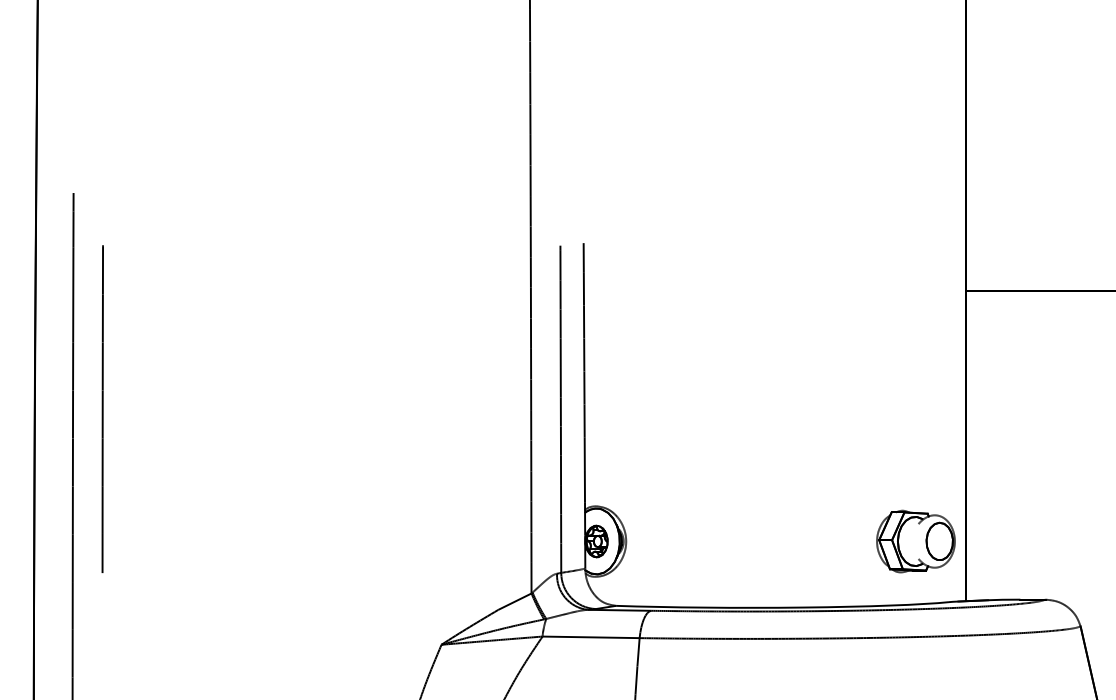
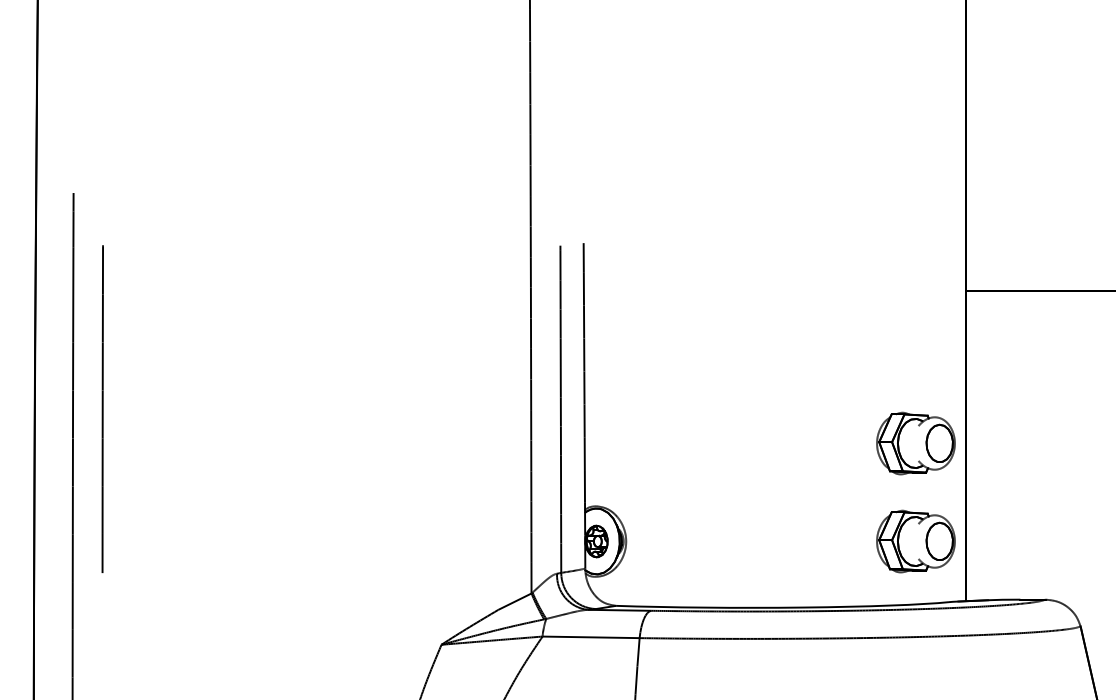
part at (915, 443): none -> present
